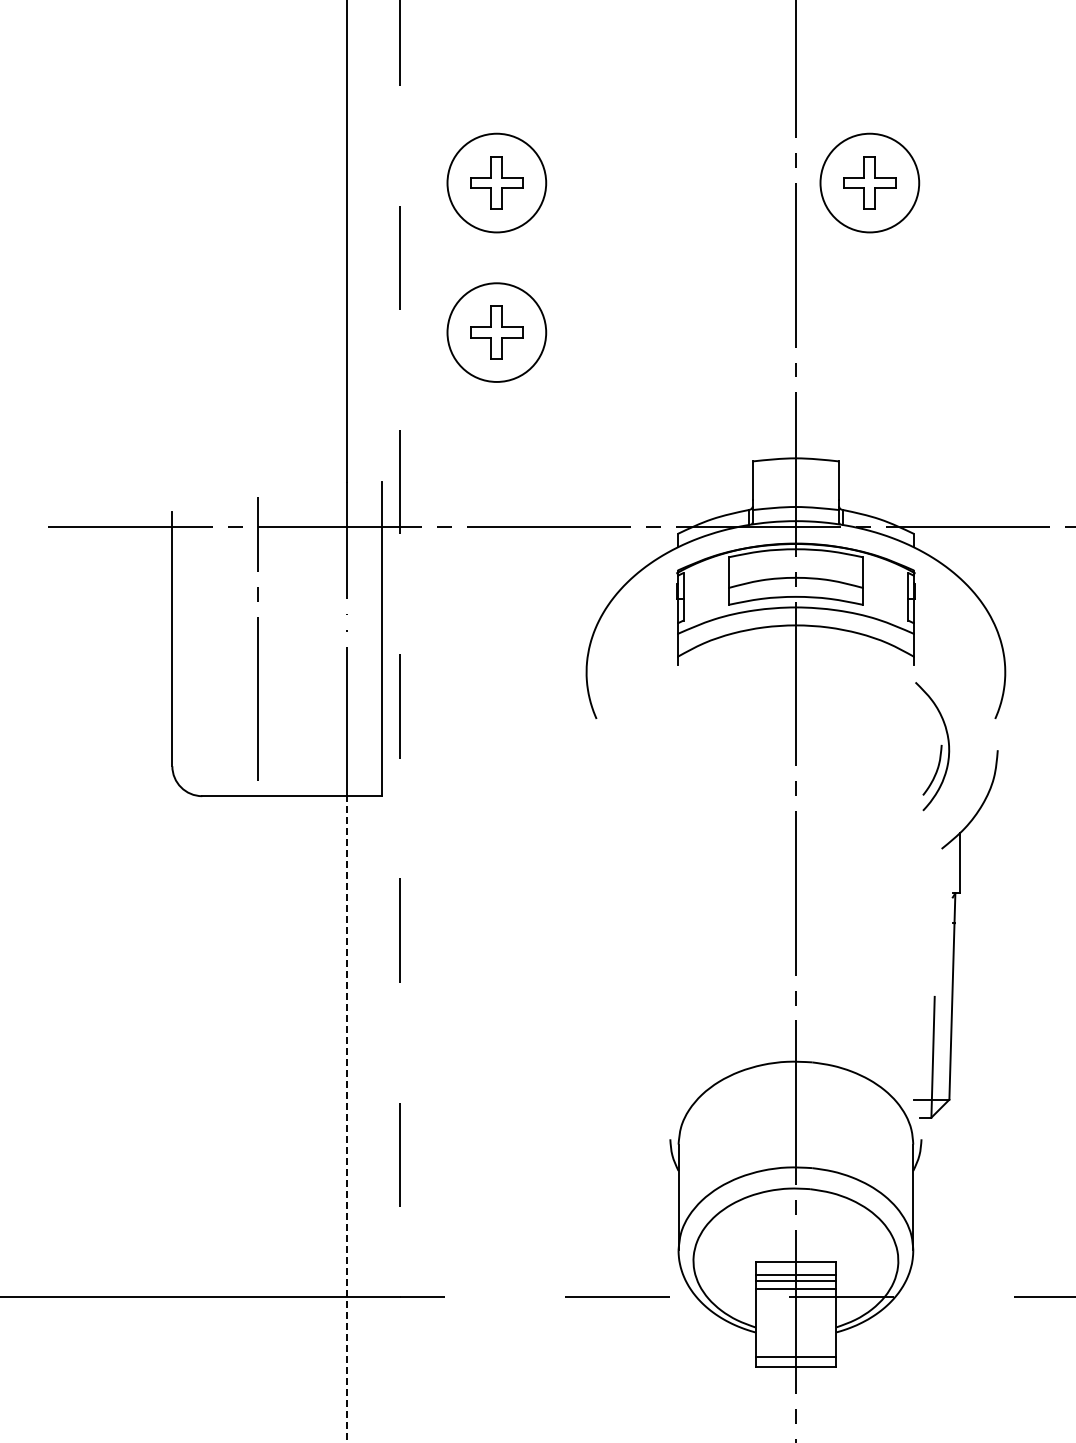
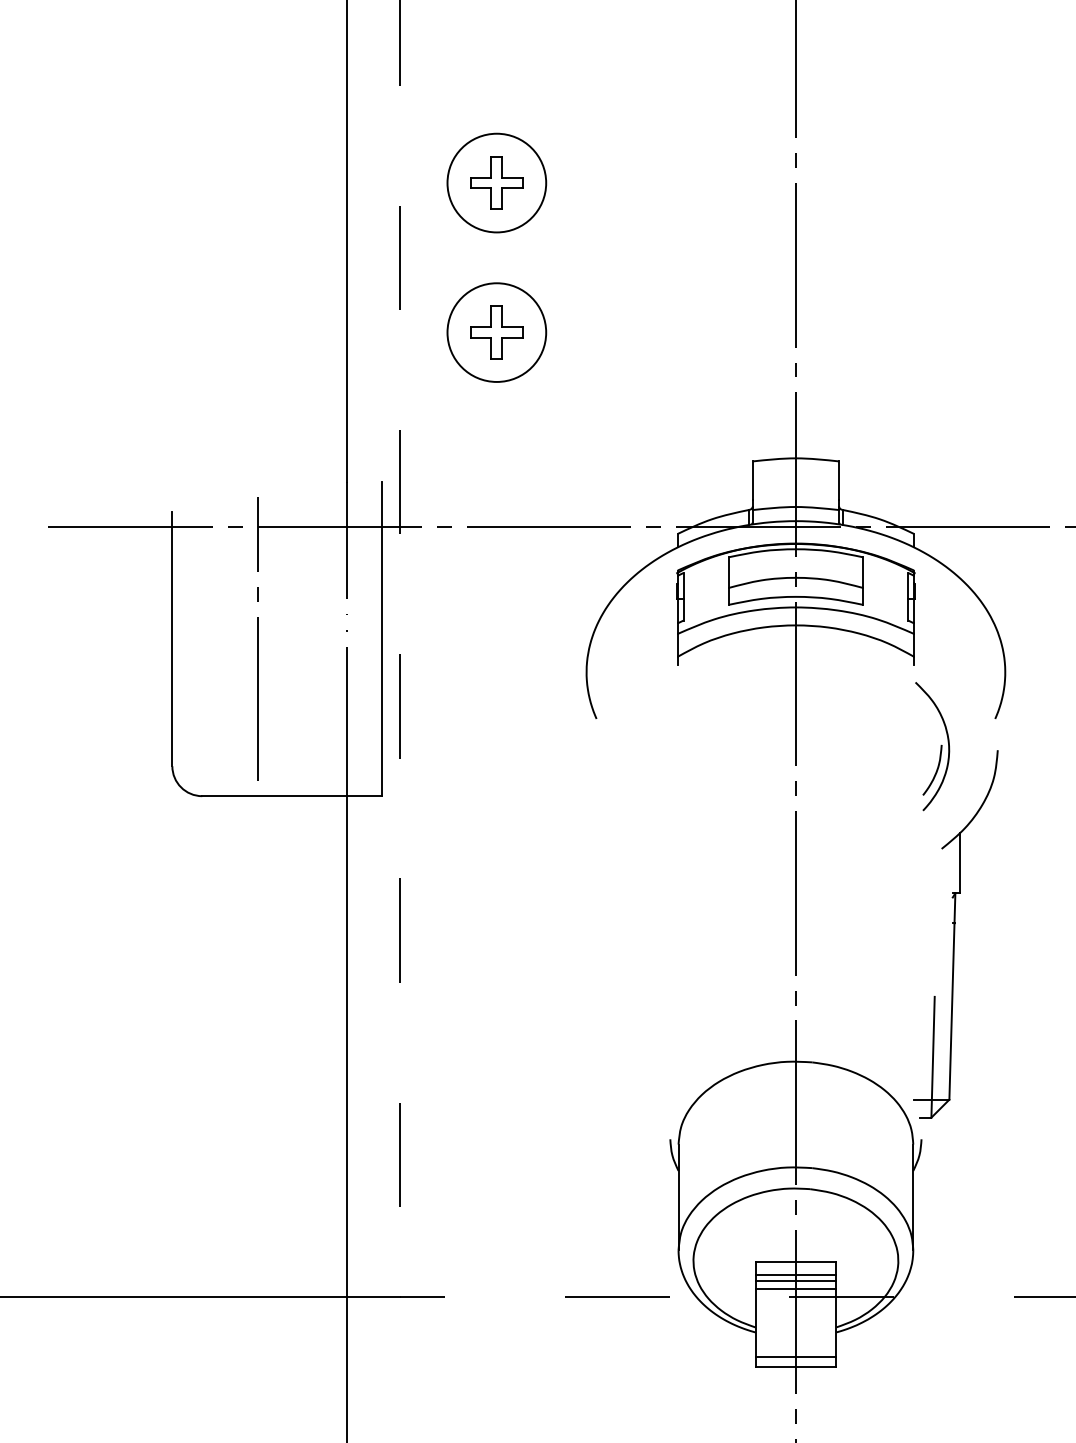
part at (869, 182): present -> none
line at (347, 1119): dashed -> solid
